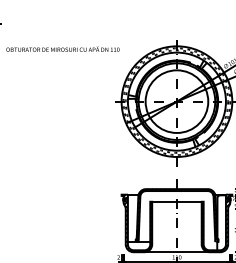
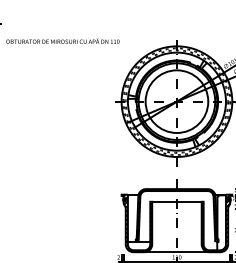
text at (62, 48) position: (62, 48) -> (62, 40)
